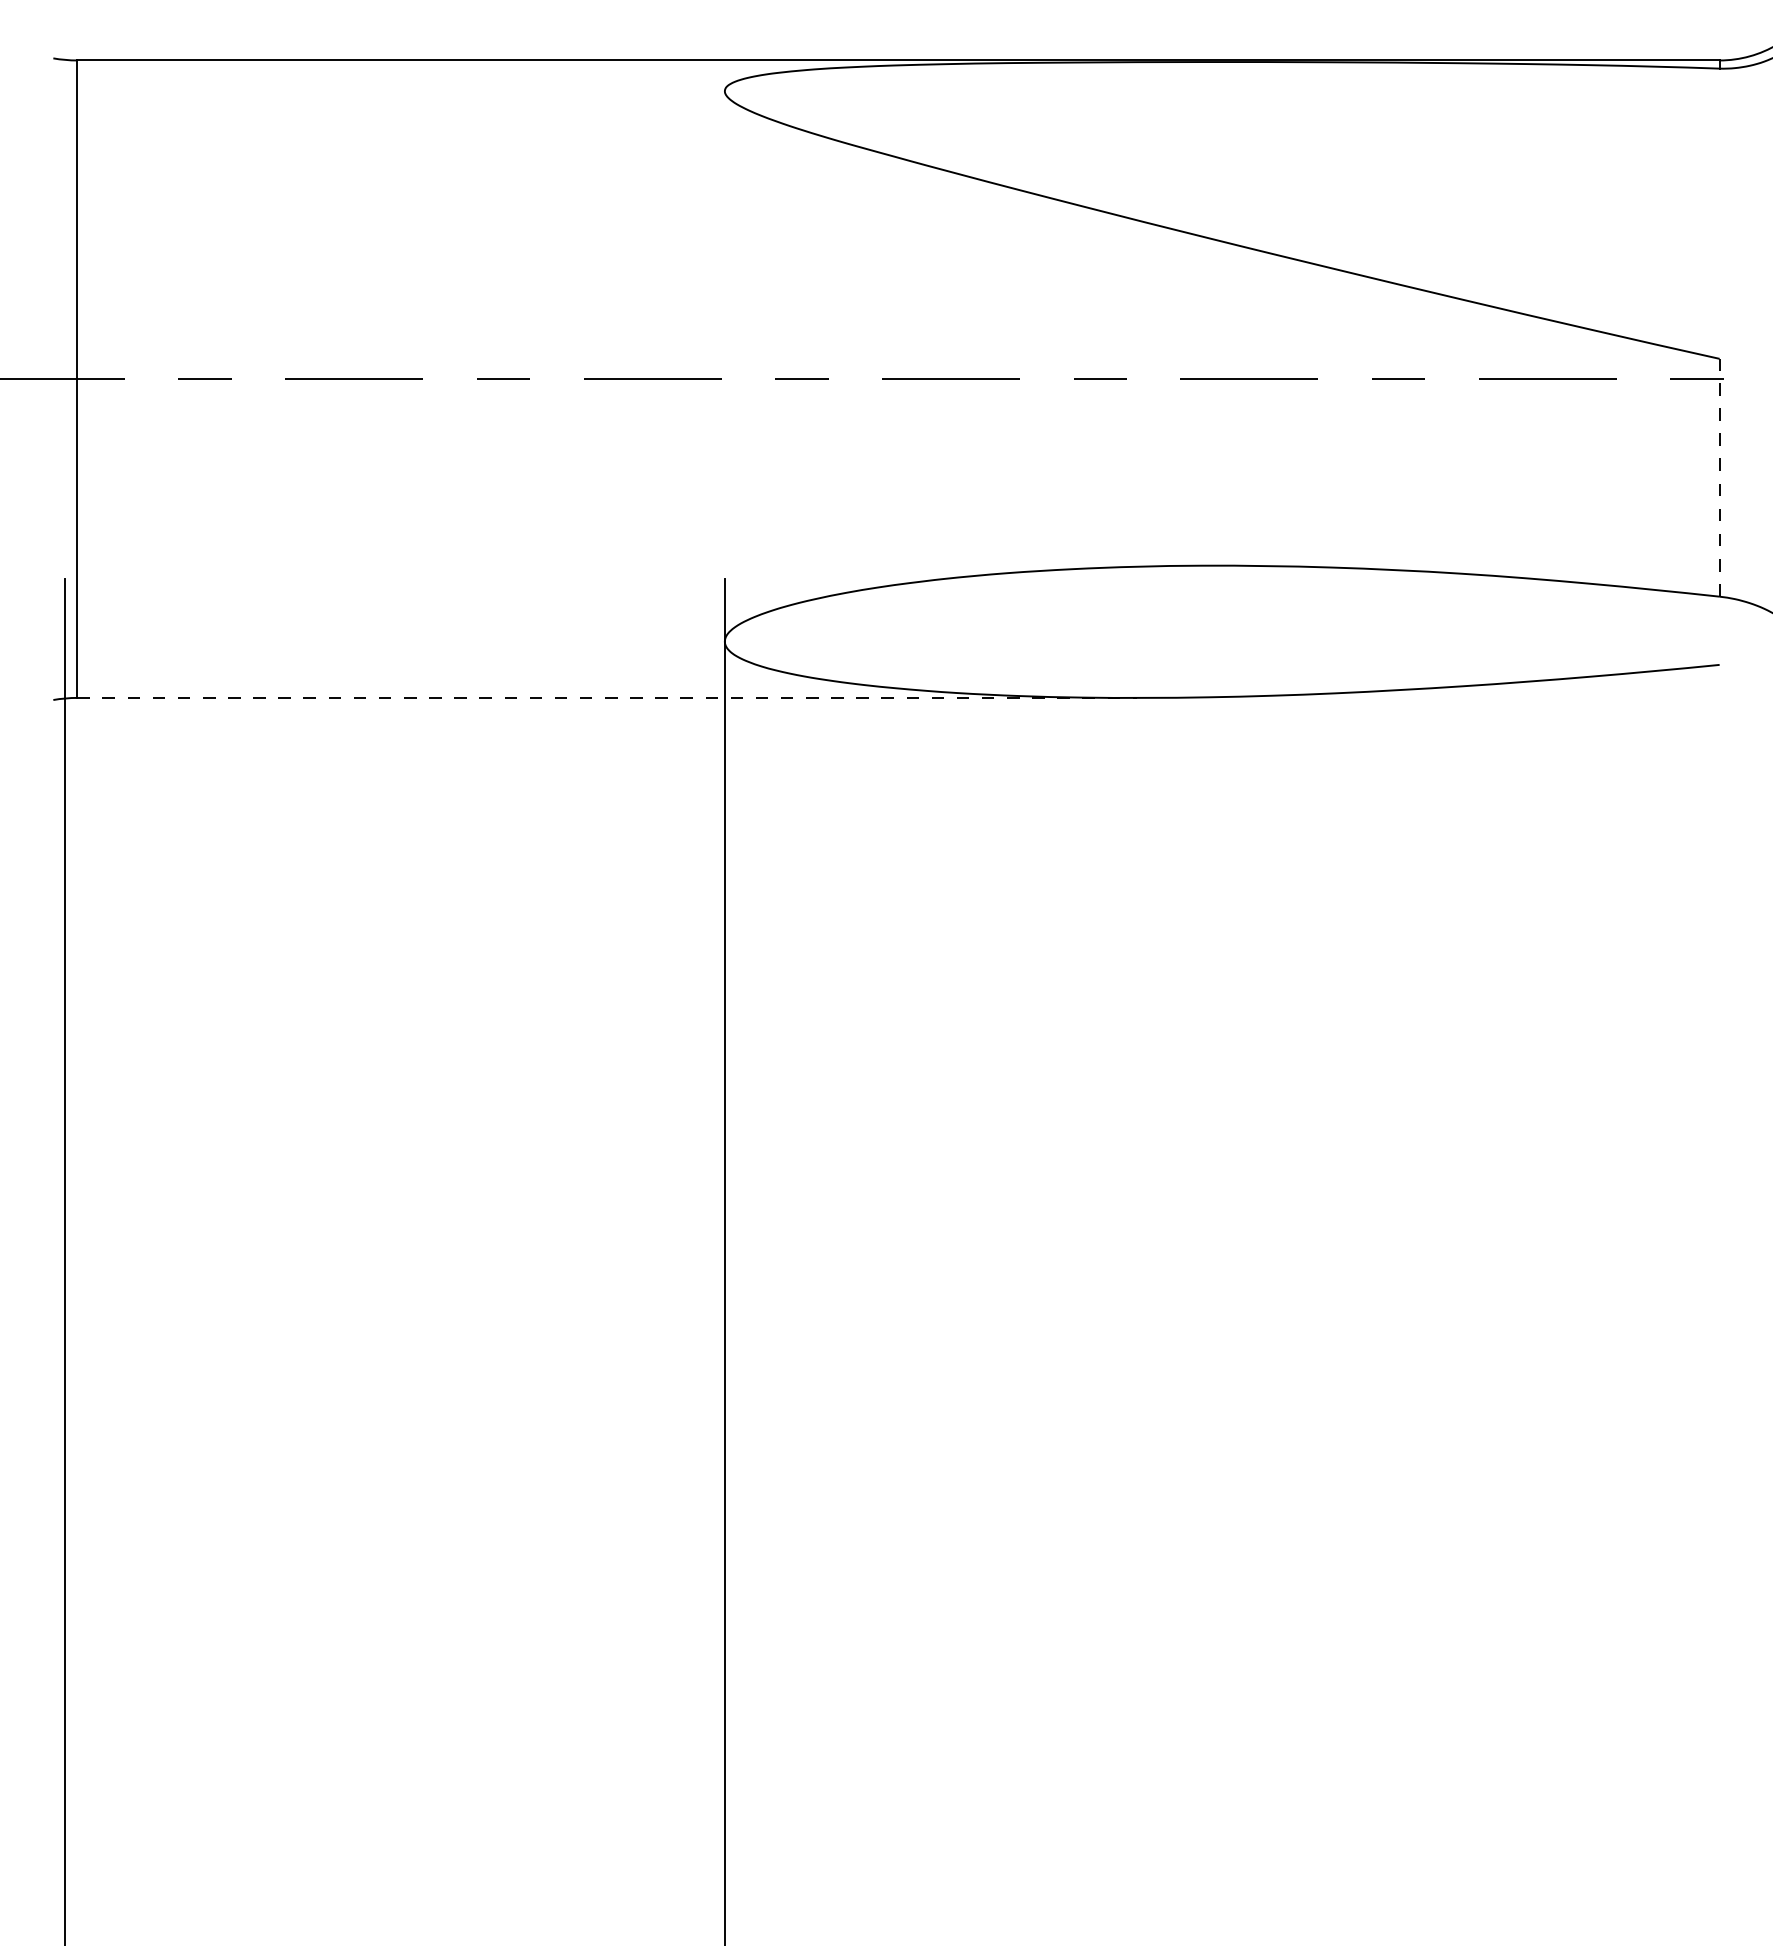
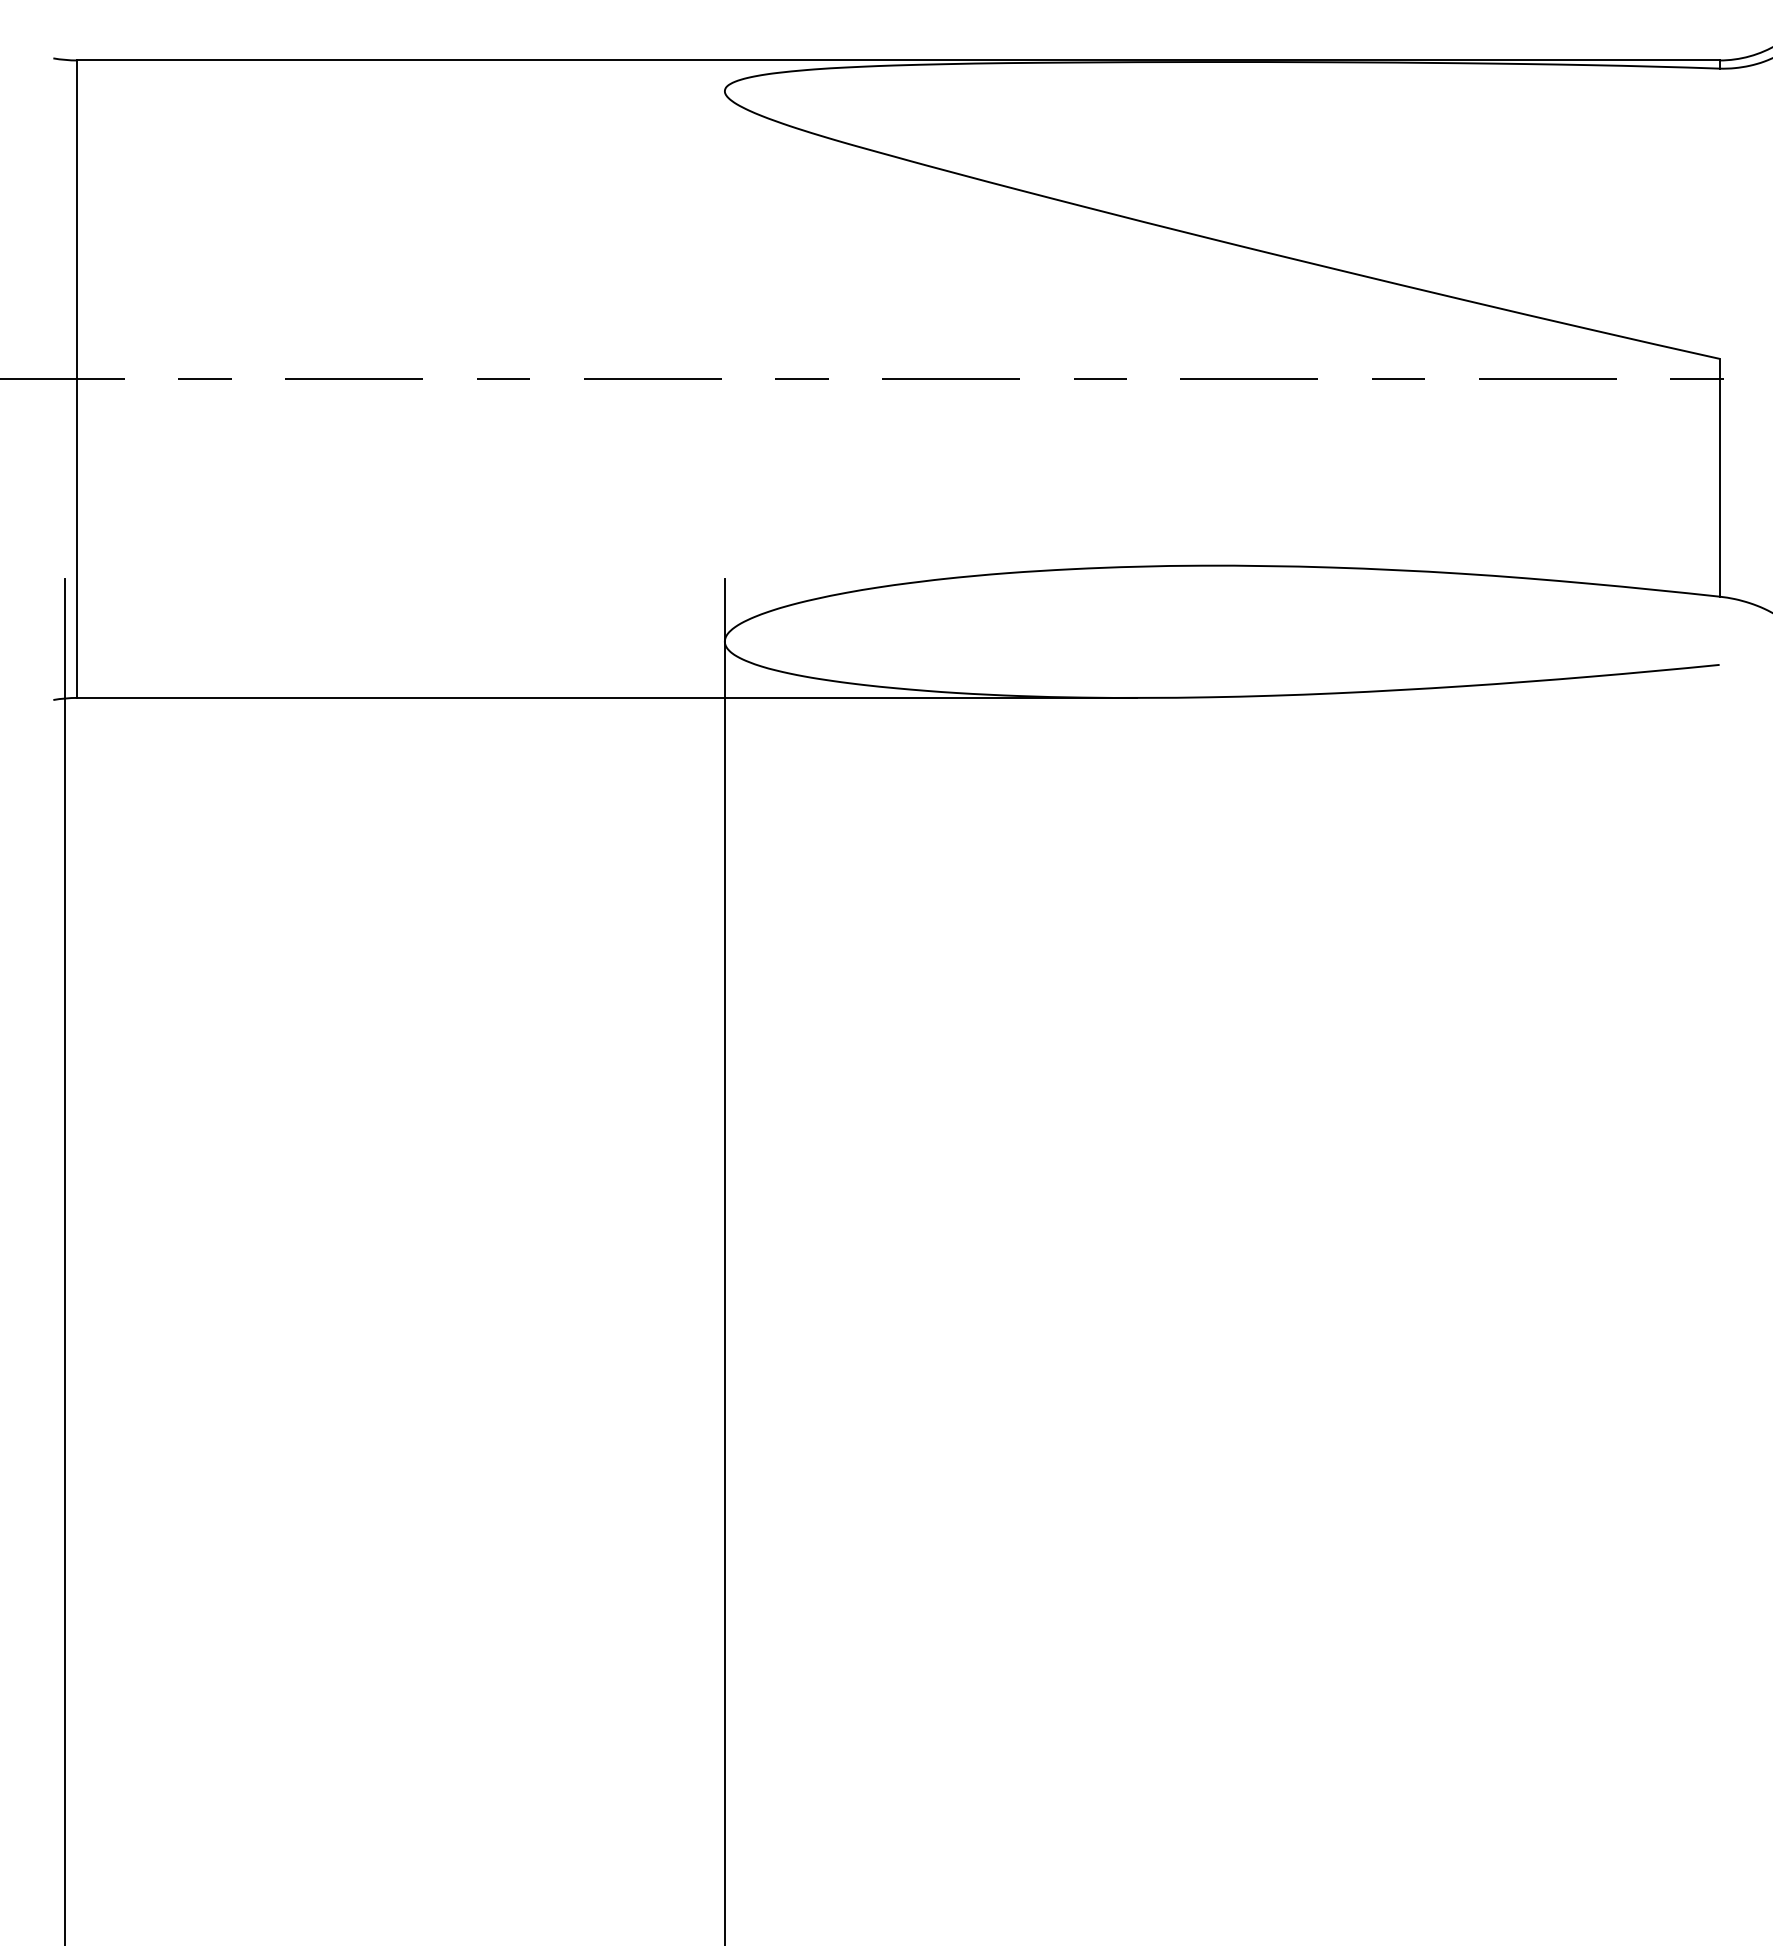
line at (1719, 477): dashed -> solid
line at (606, 697): dashed -> solid
